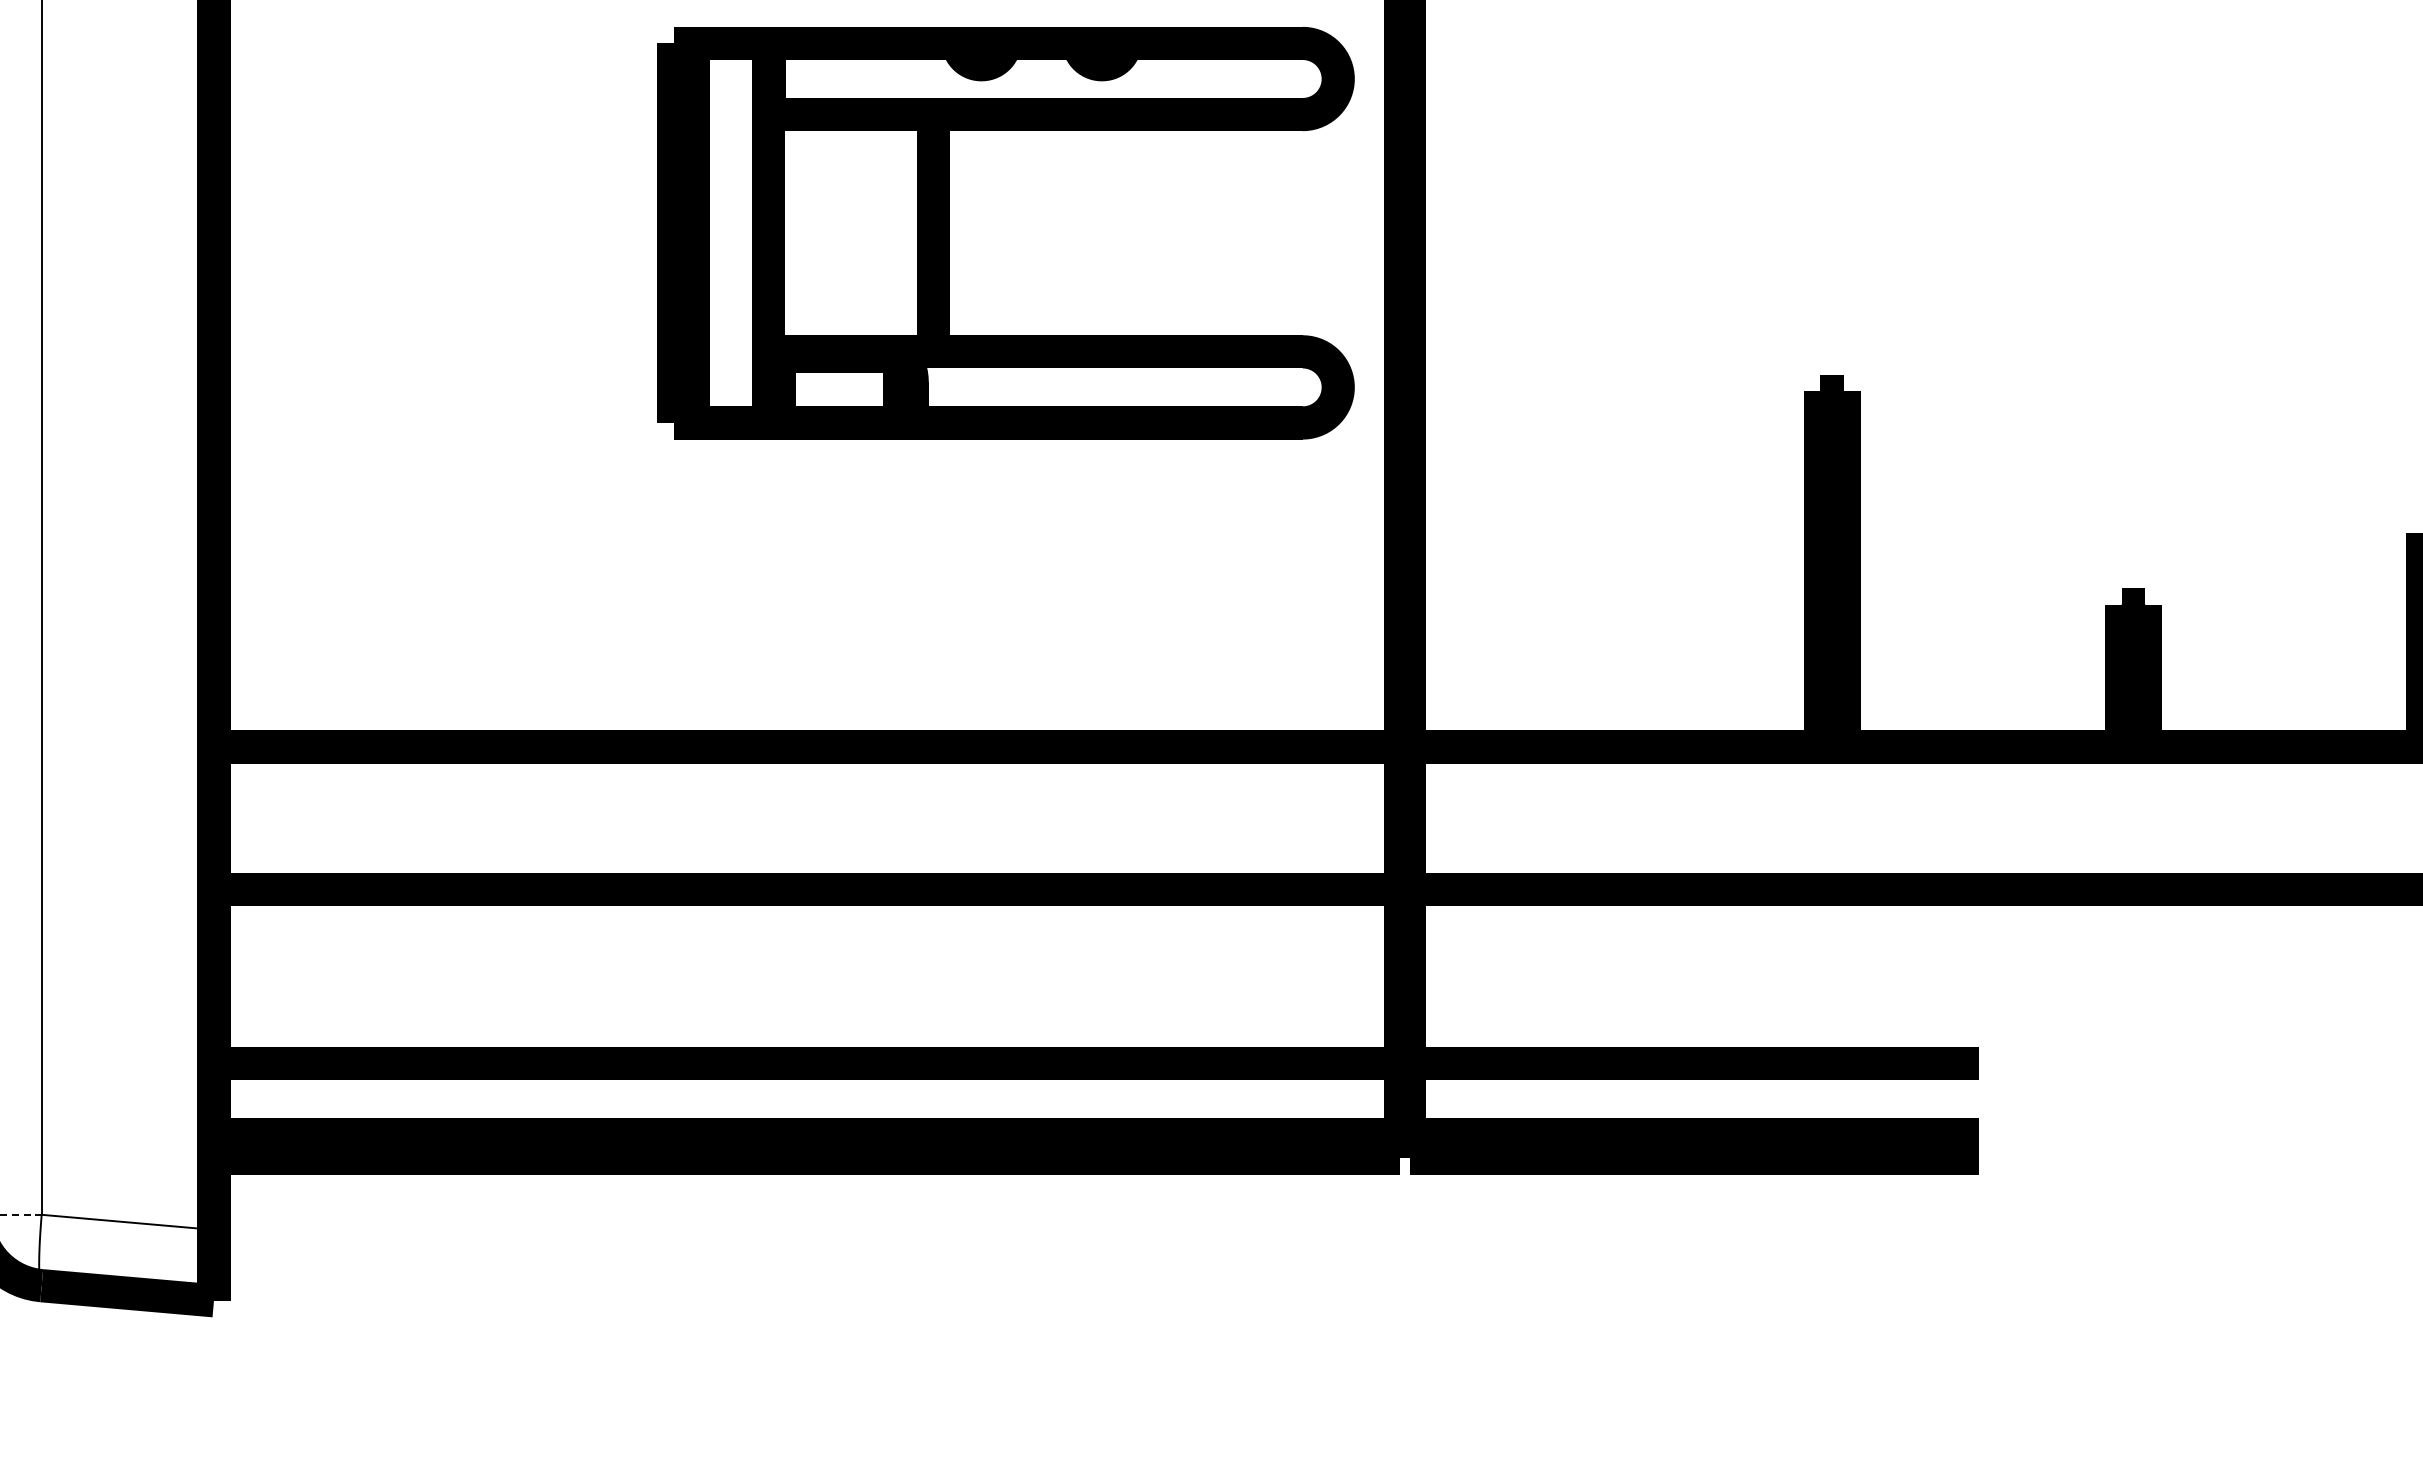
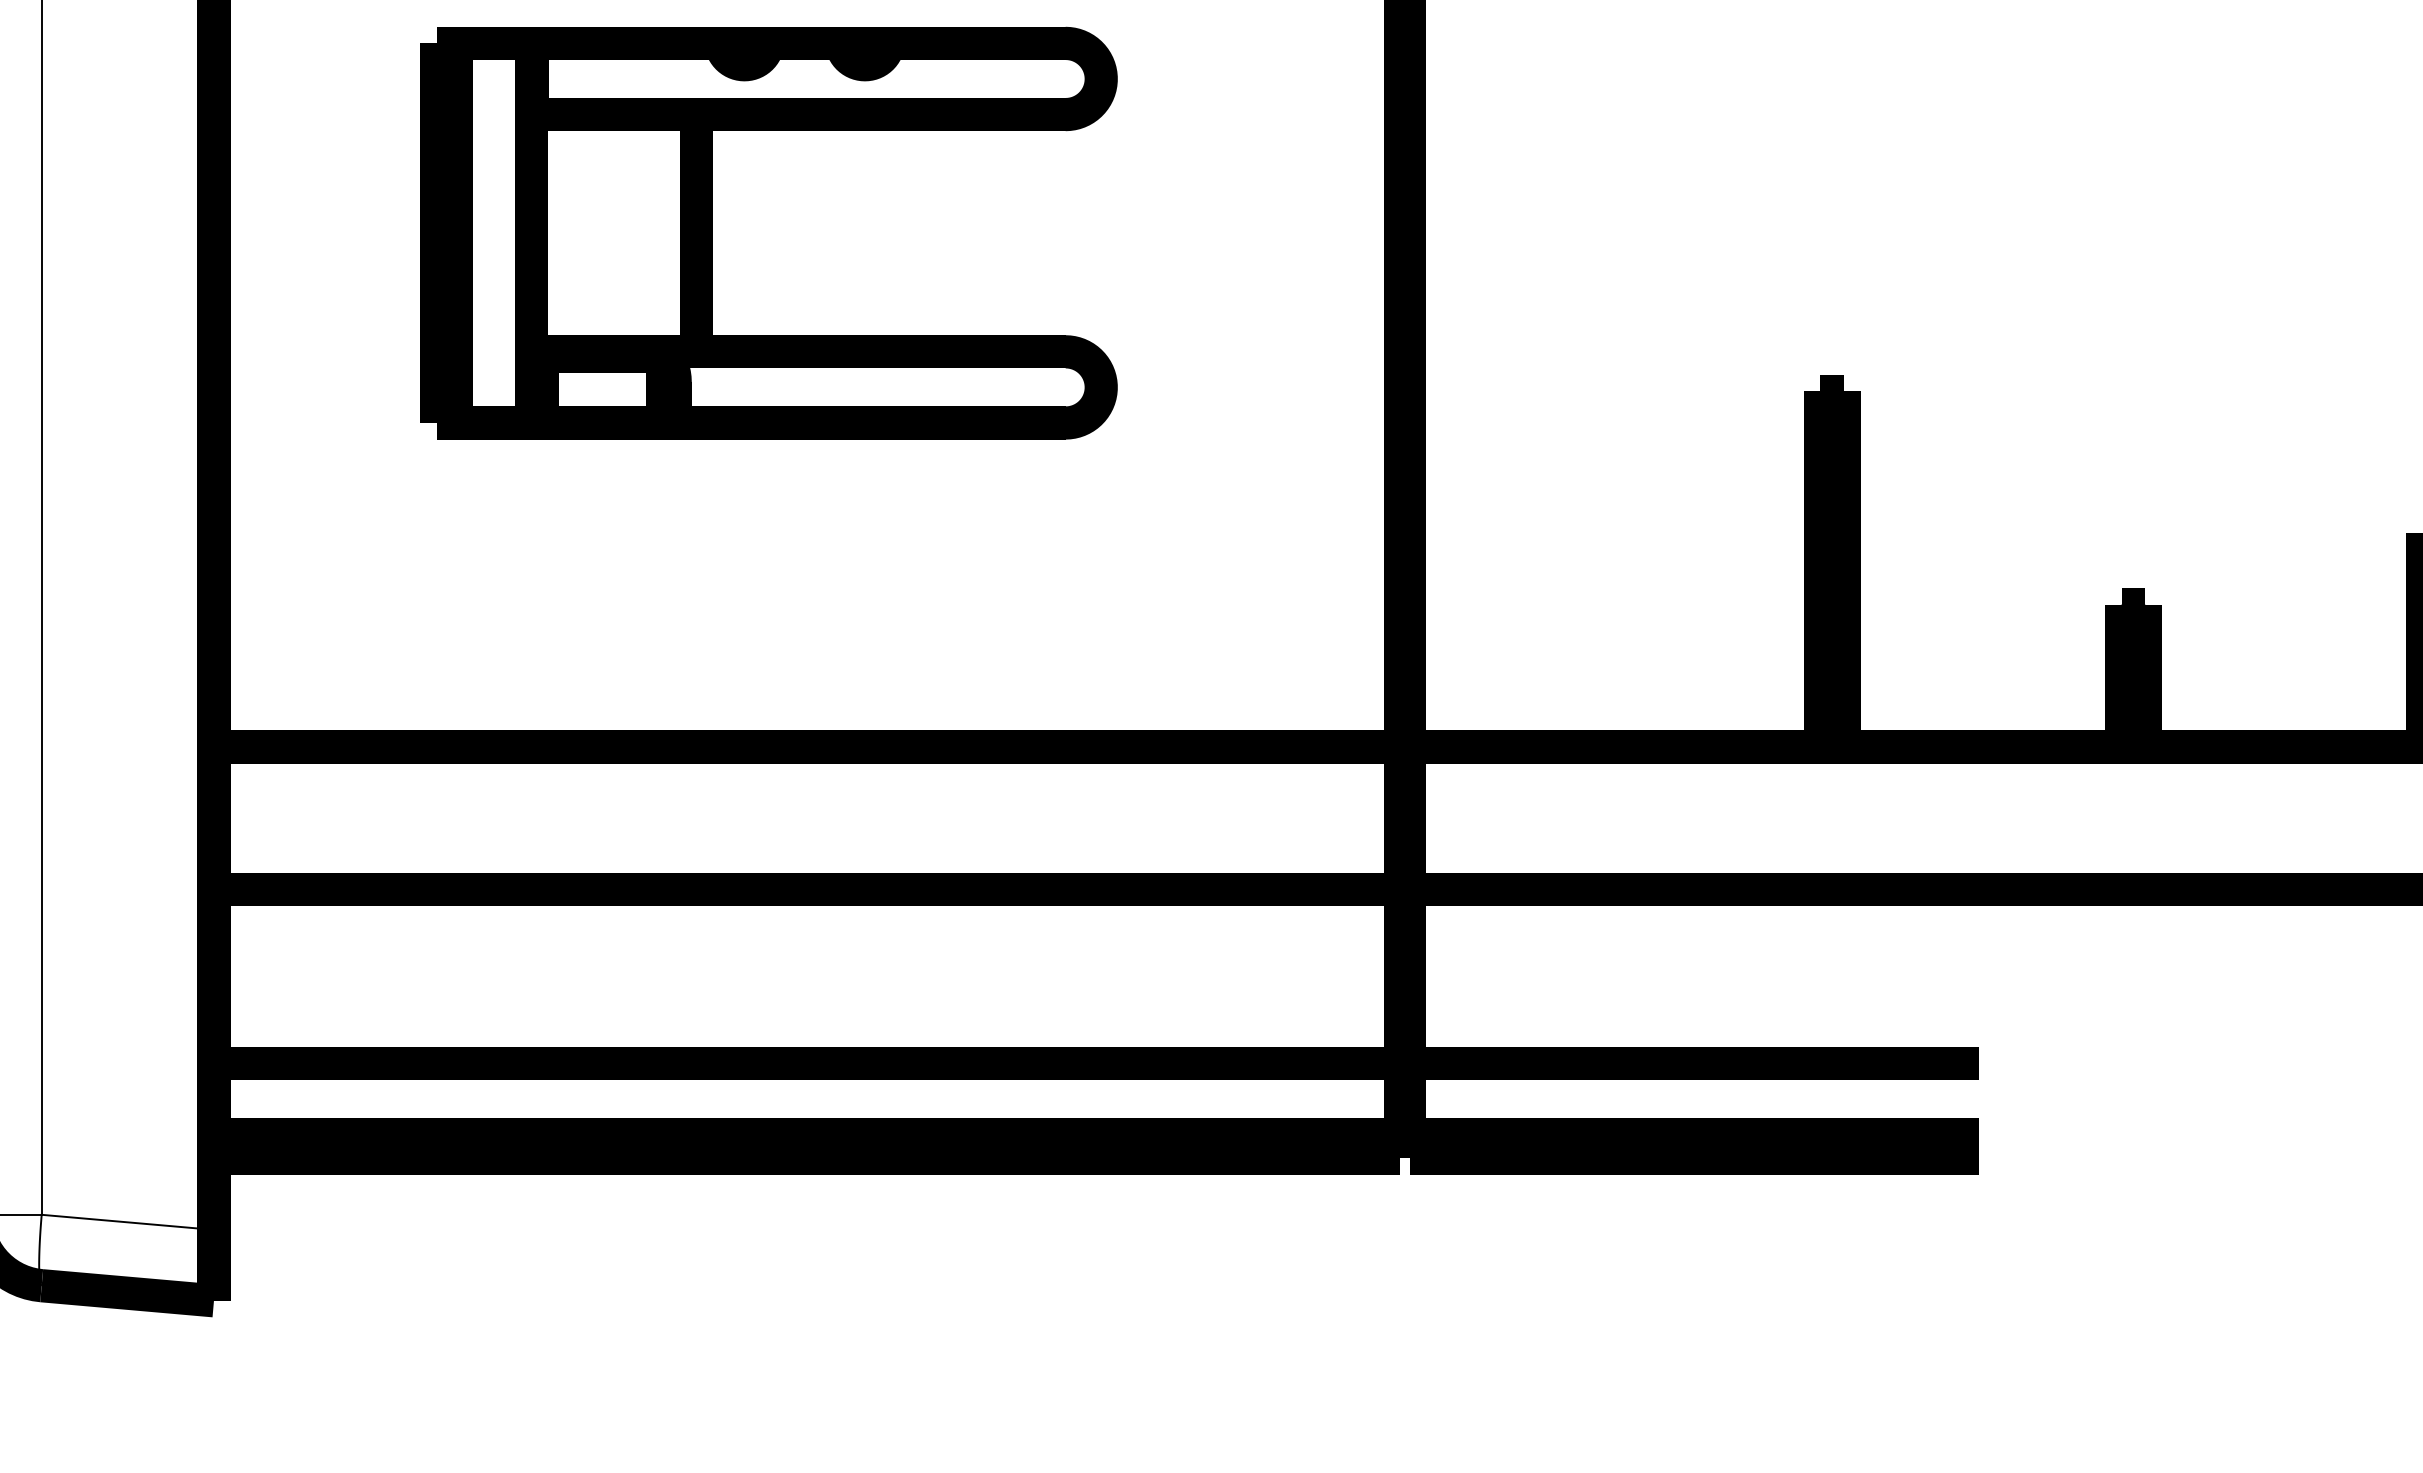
part at (949, 232) position: (949, 232) -> (712, 232)
line at (21, 1214): dashed -> solid
